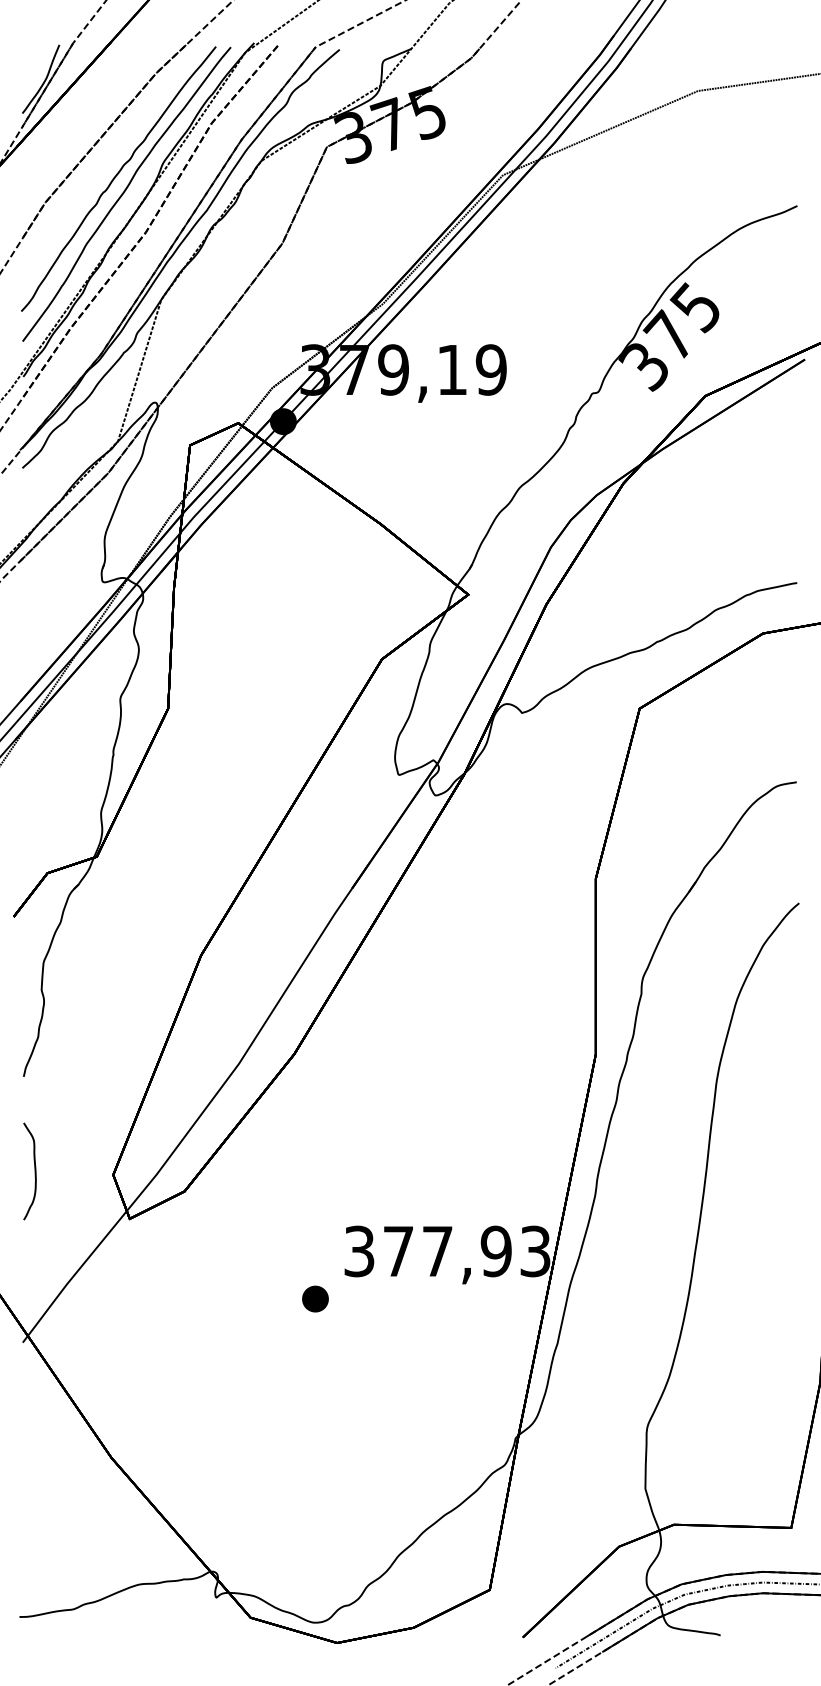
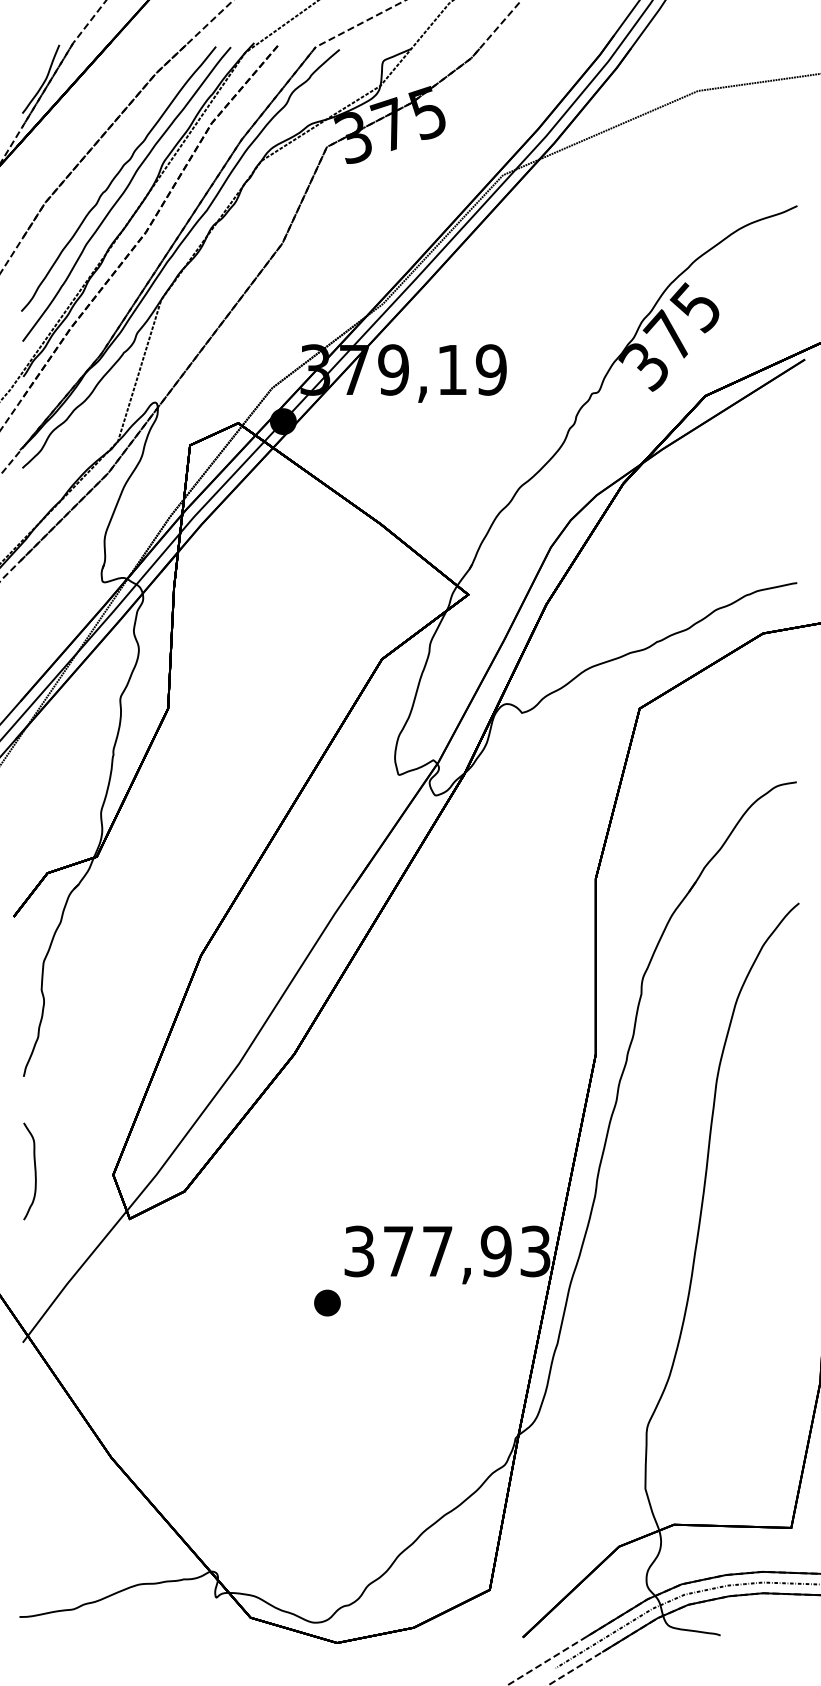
part at (315, 1298) position: (315, 1298) -> (327, 1302)
